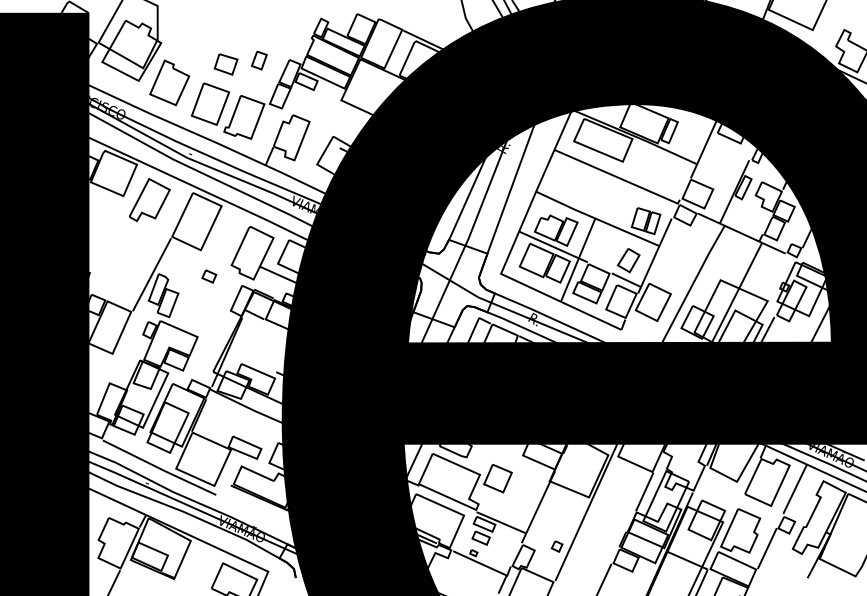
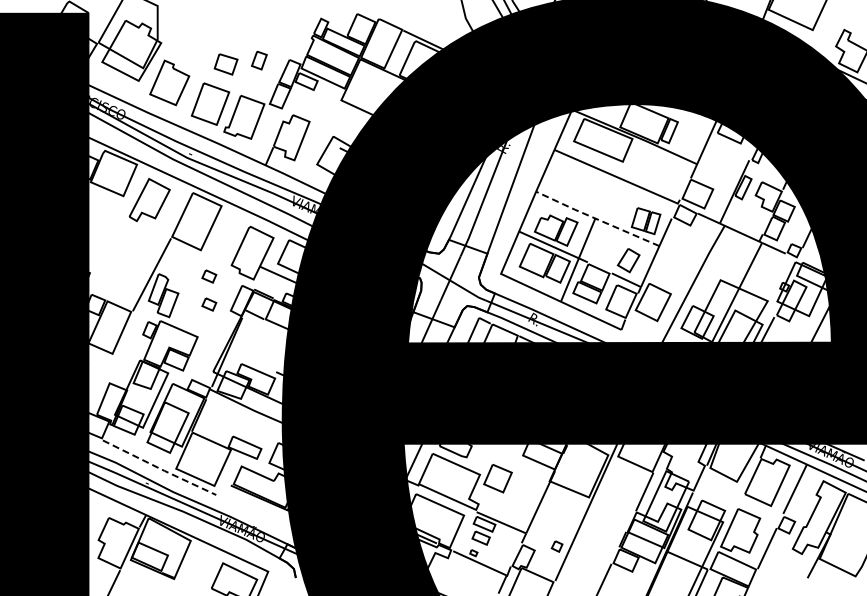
line at (597, 219): solid -> dashed
part at (209, 304): none -> present
line at (160, 468): solid -> dashed
